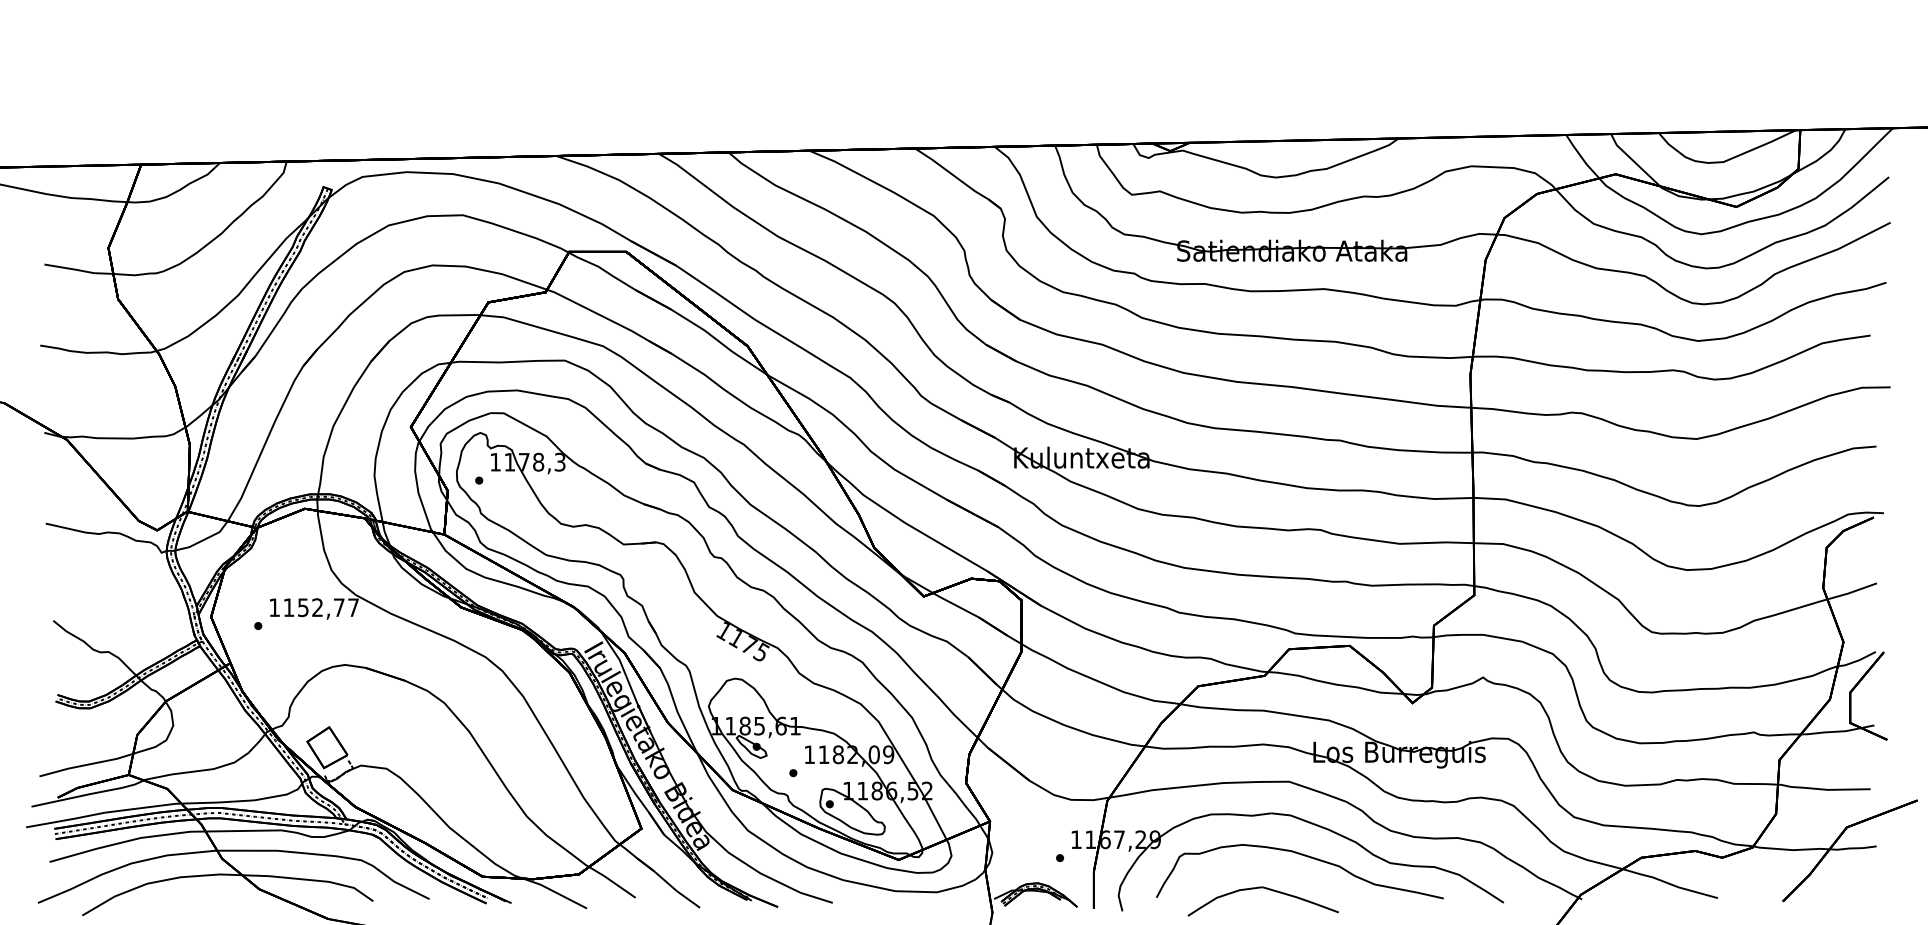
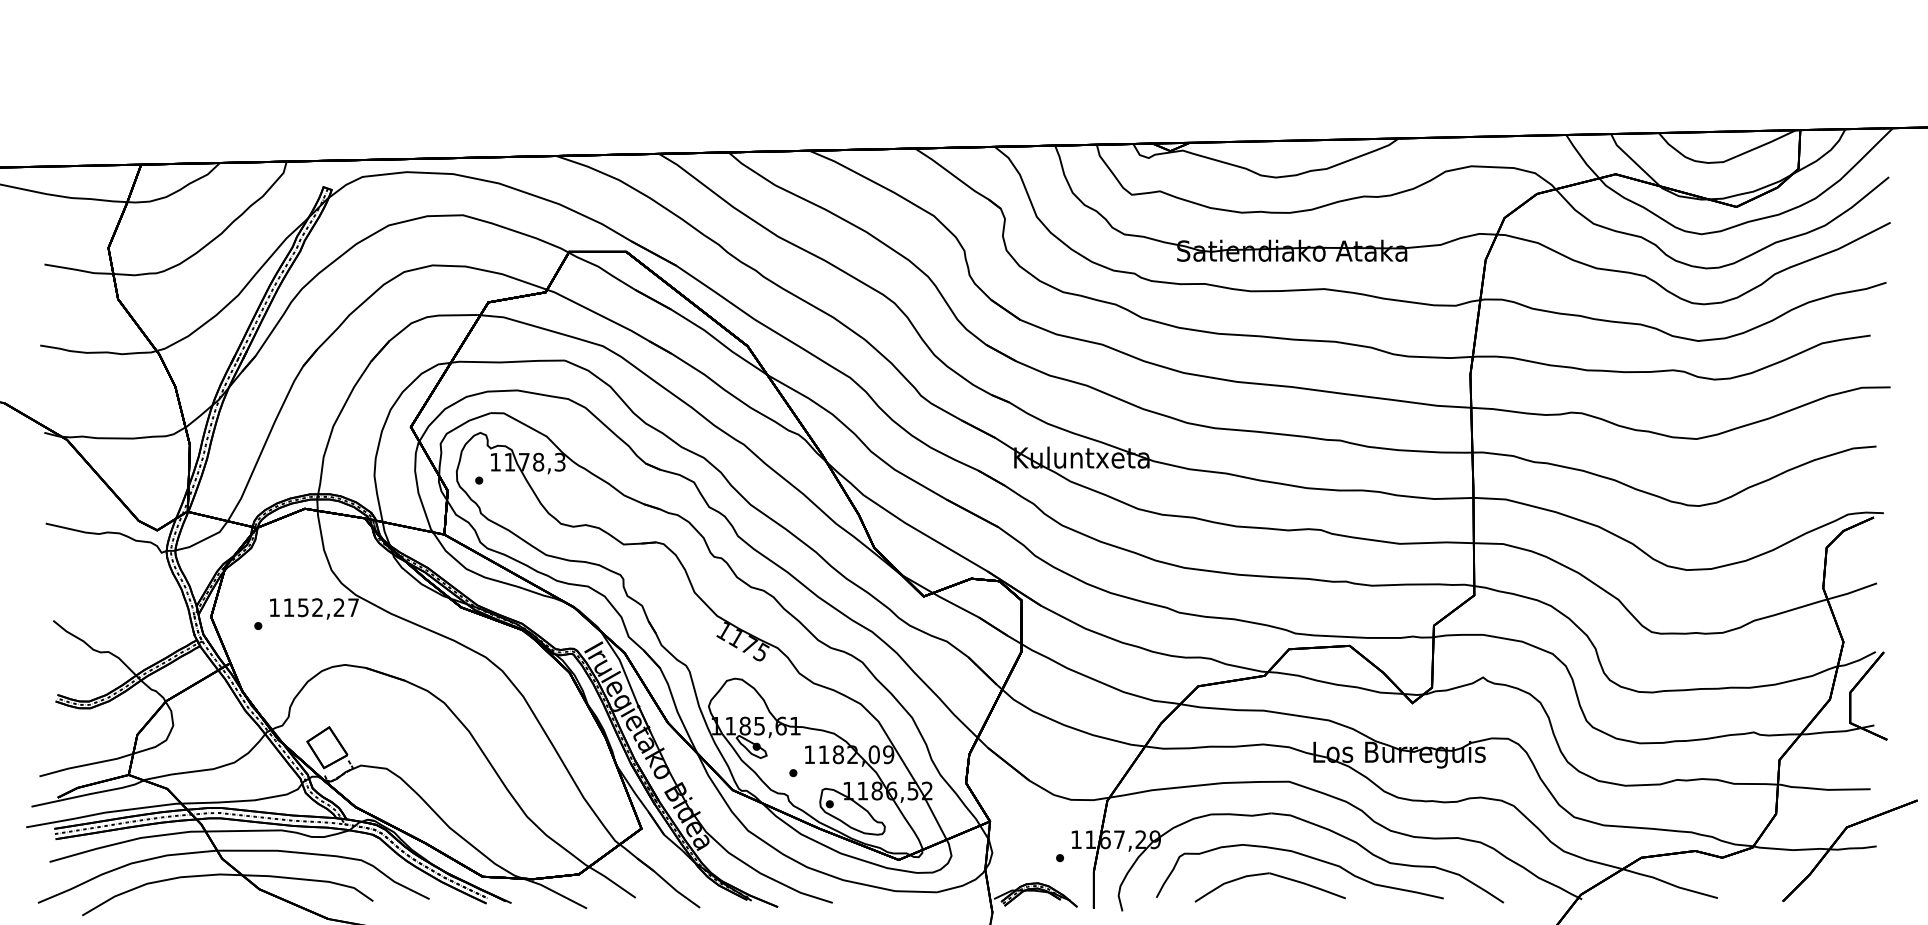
text at (338, 607): 1152,77 -> 1152,27
part at (1266, 889) position: (1266, 889) -> (1273, 875)
